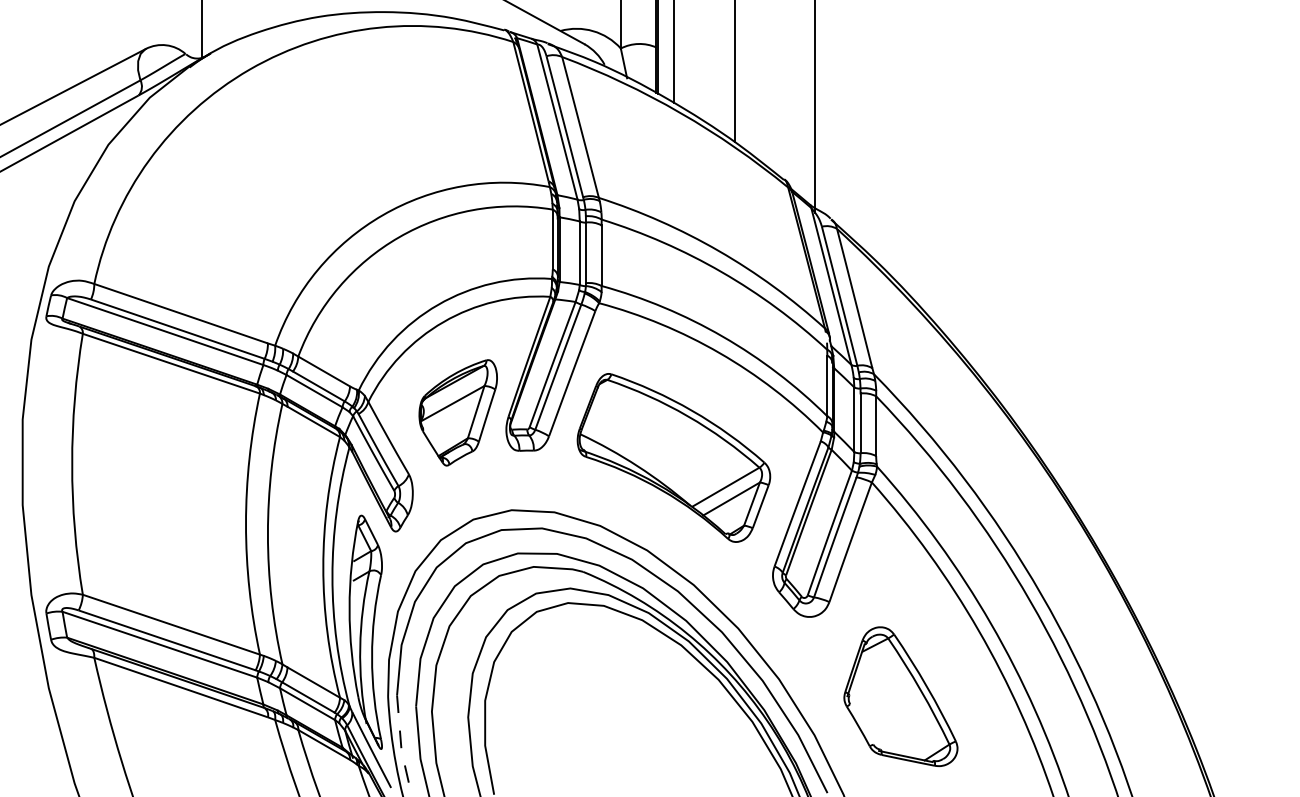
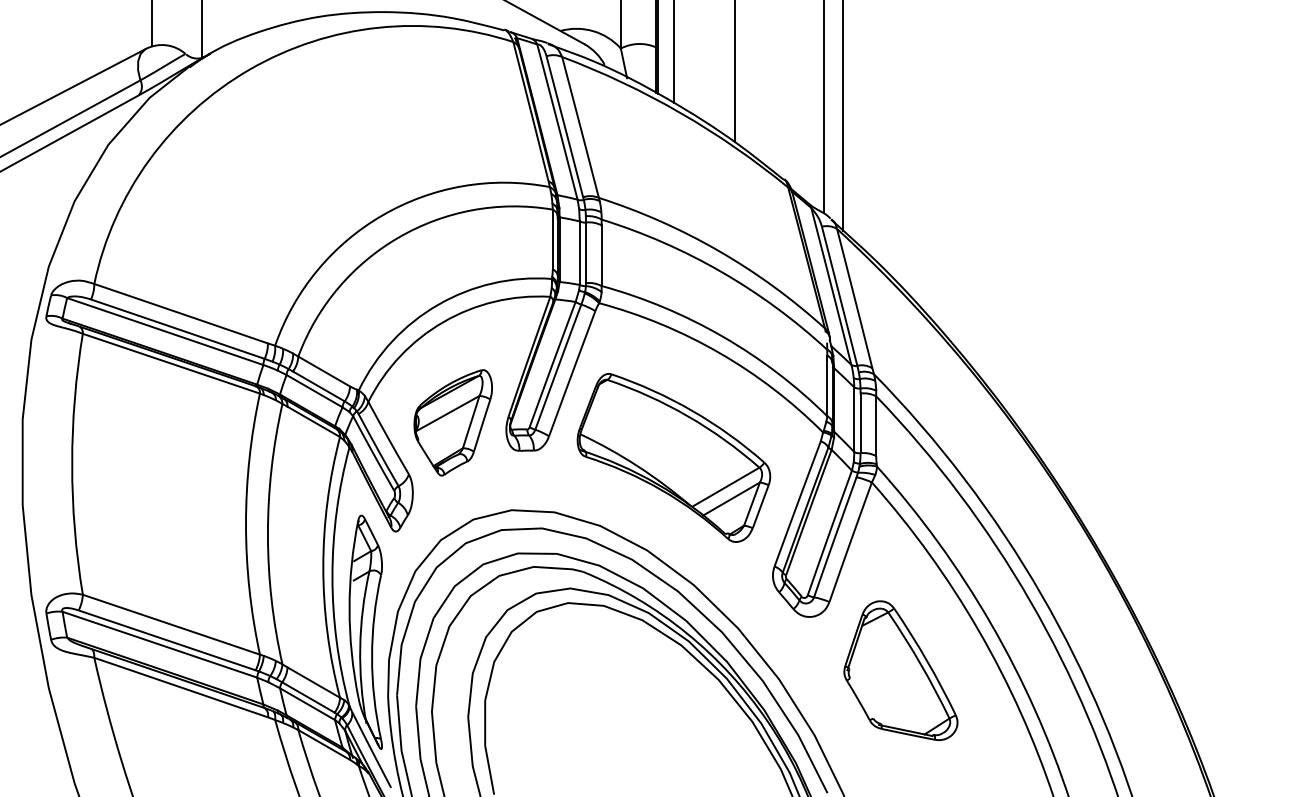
line at (152, 24): none -> present
line at (814, 107) position: (814, 107) -> (823, 107)
line at (843, 116): none -> present
part at (457, 412) position: (457, 412) -> (452, 422)
part at (900, 696) position: (900, 696) -> (900, 670)
line at (401, 747): dashed -> solid
